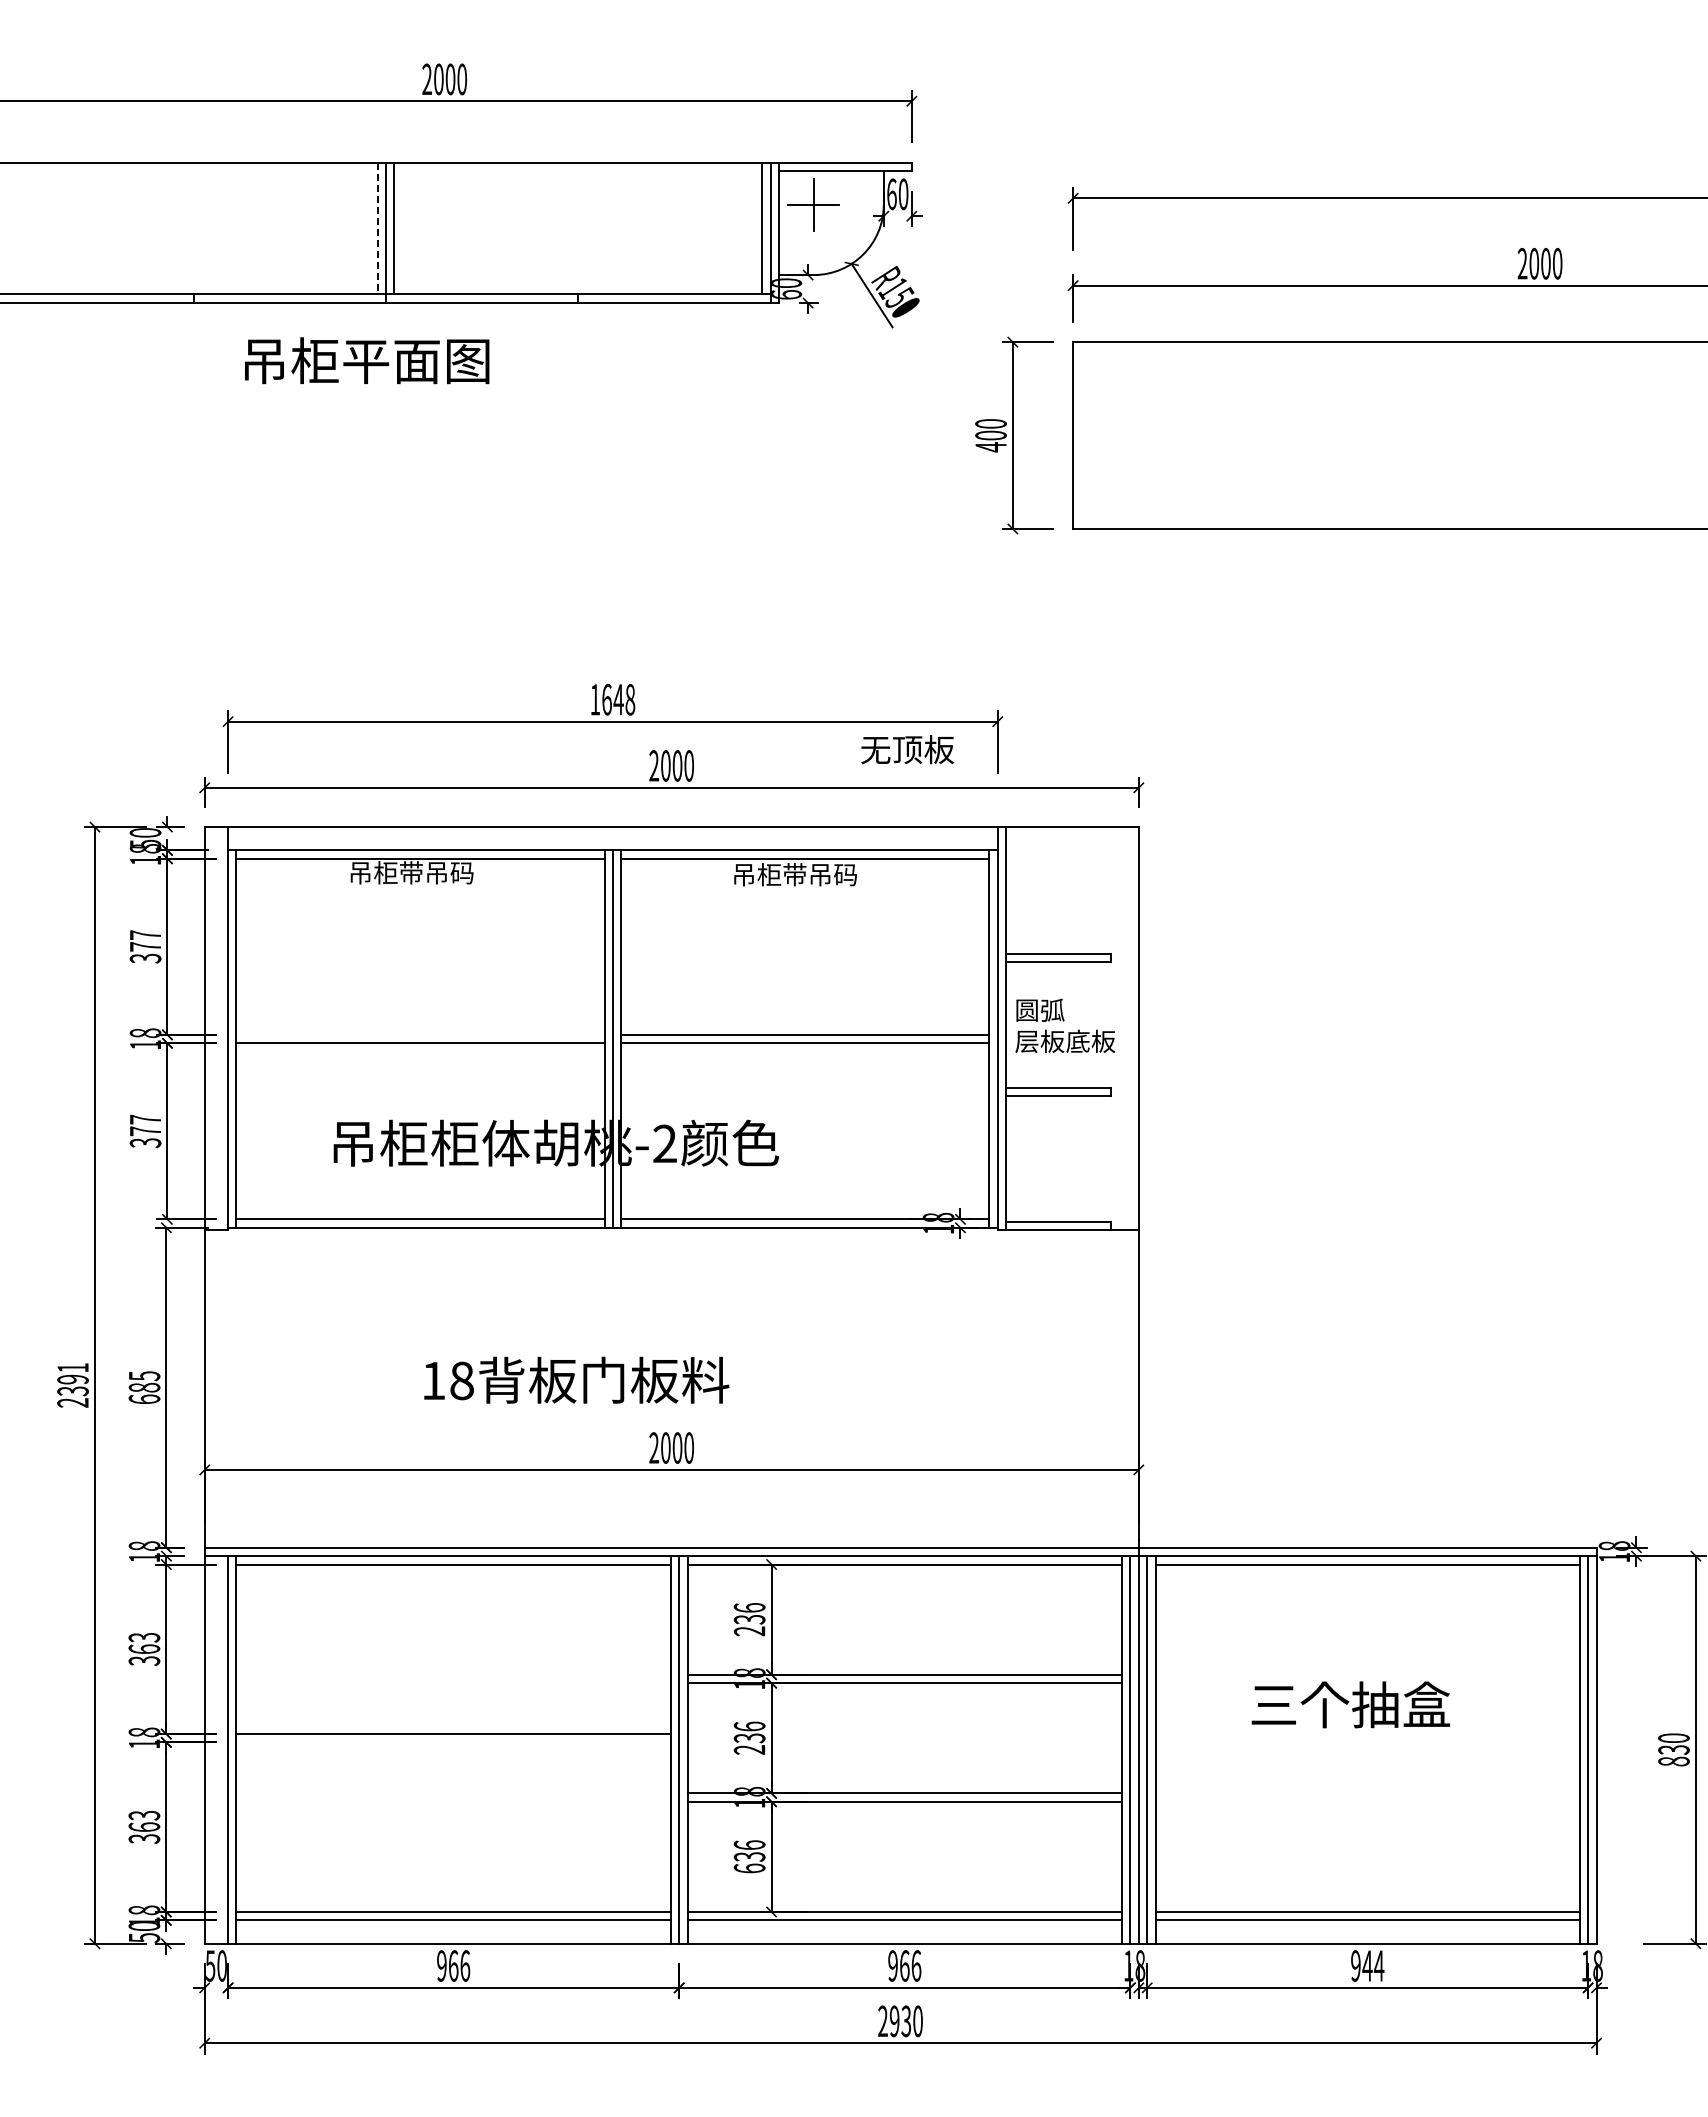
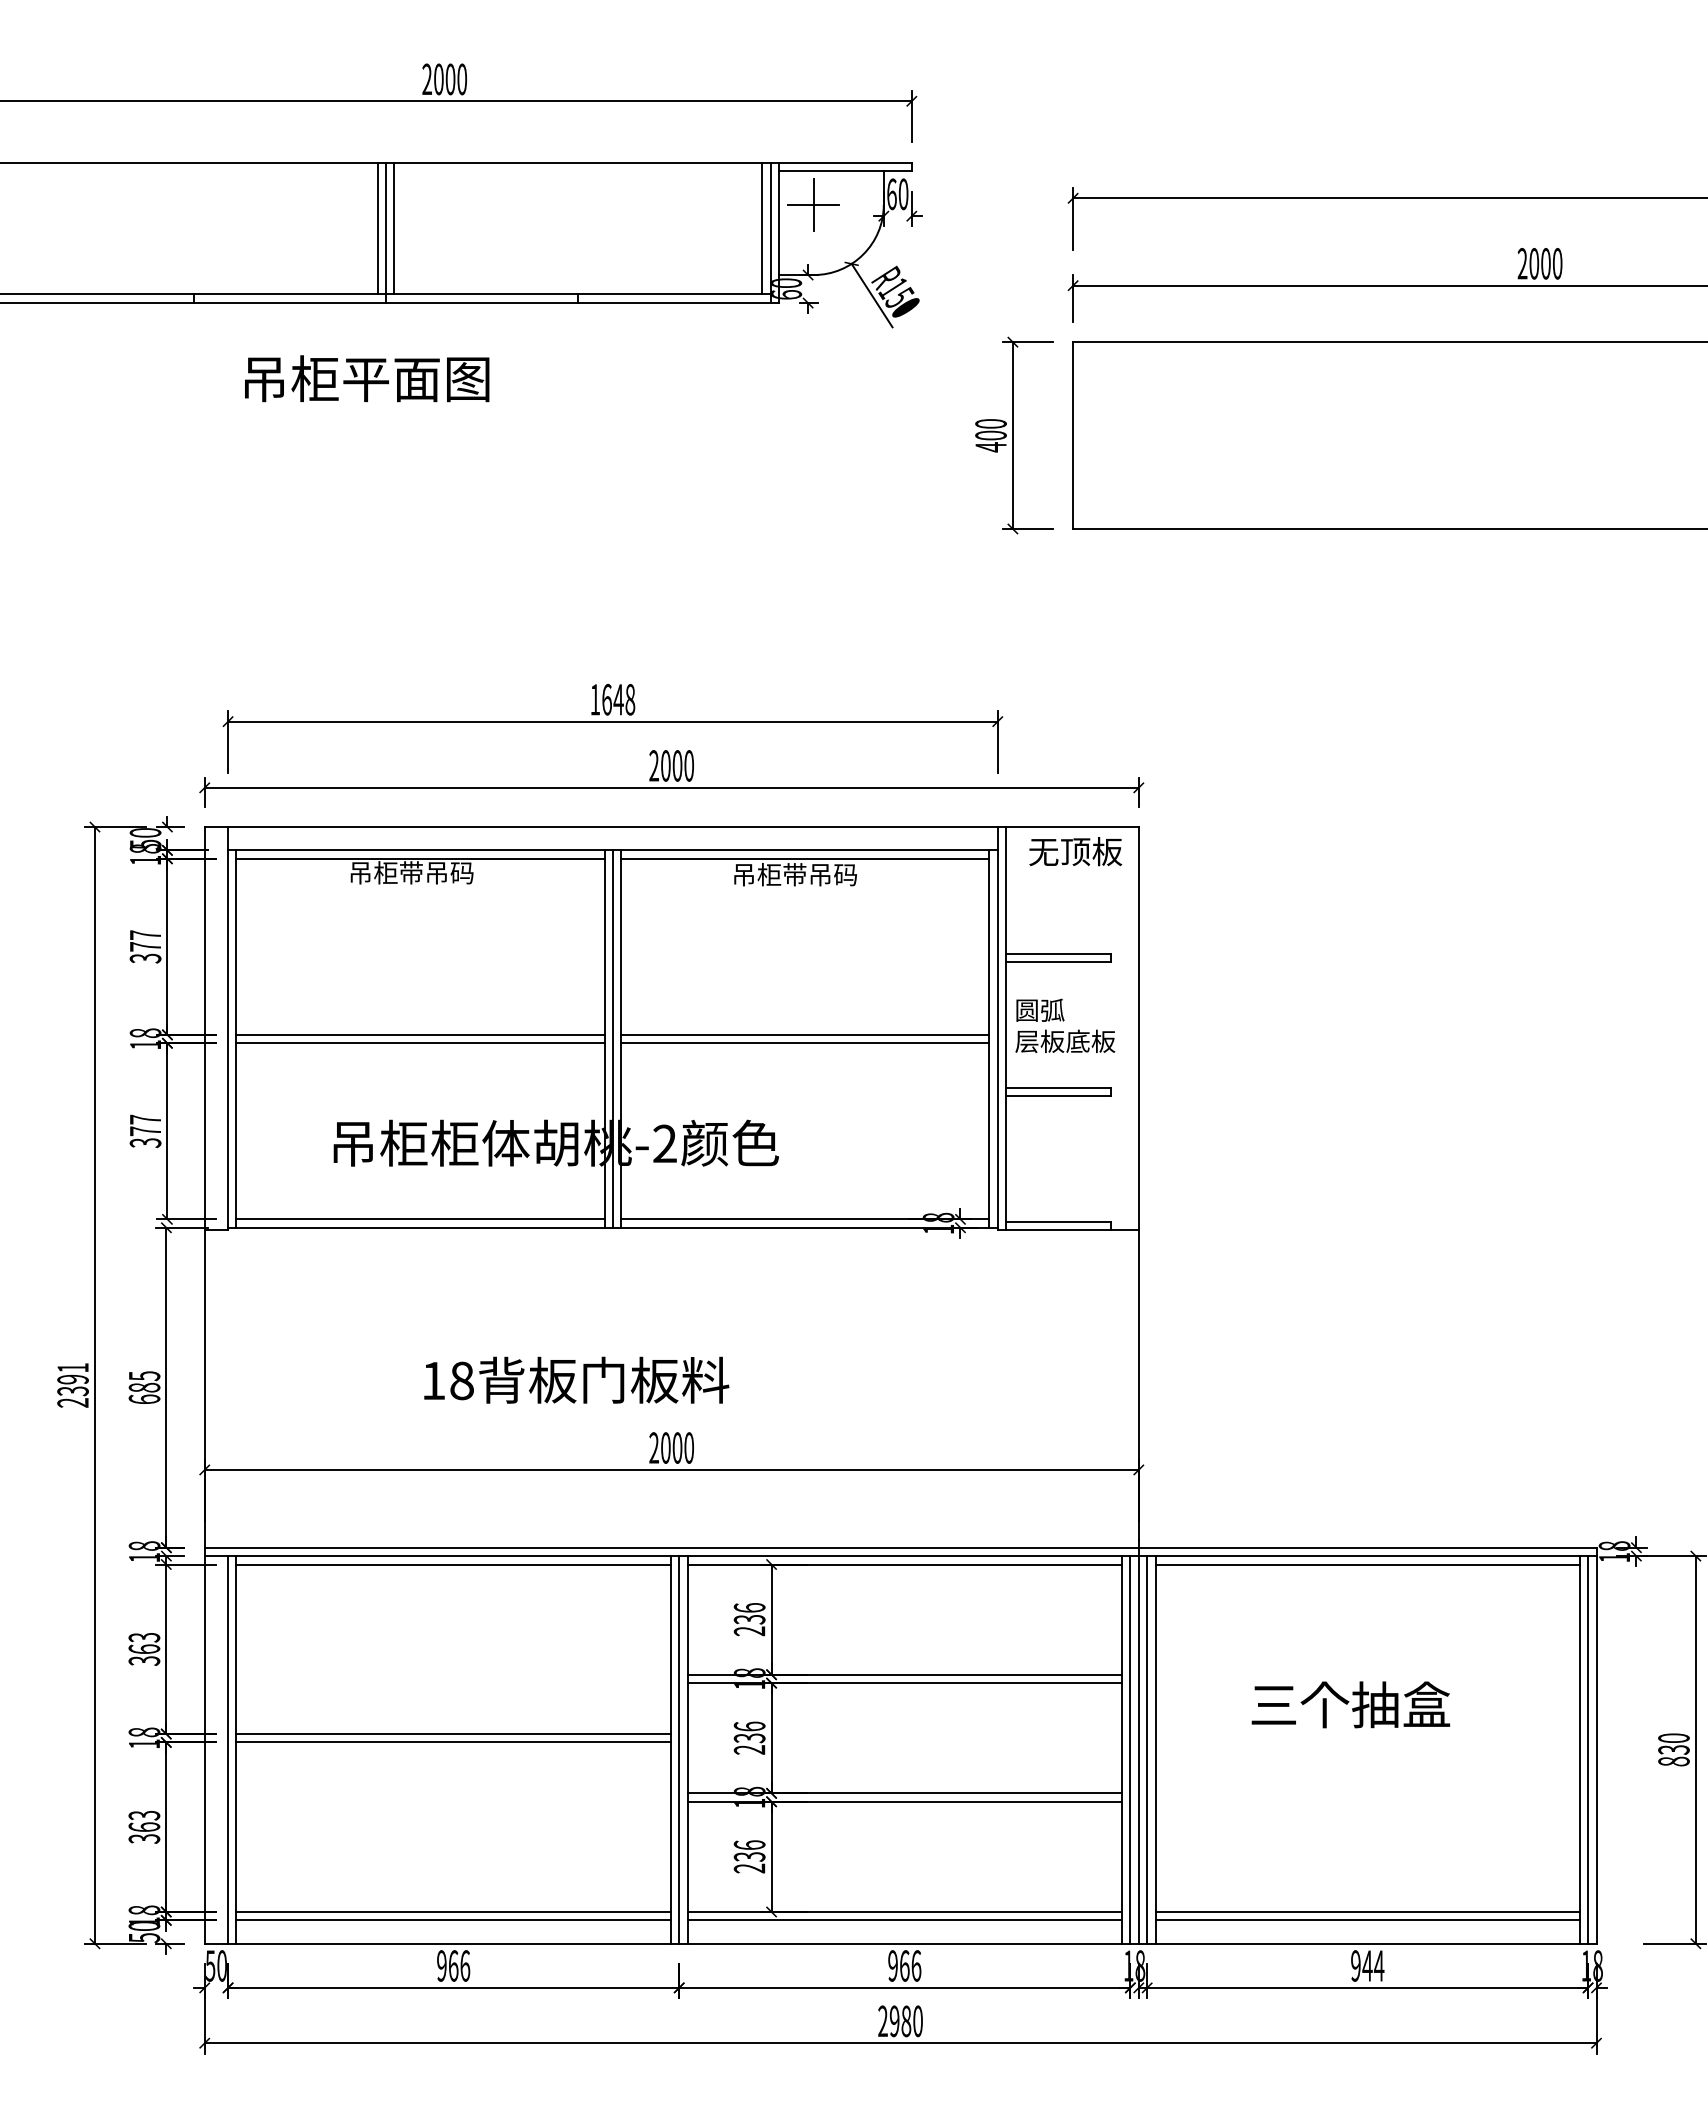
line at (377, 228): dashed -> solid
text at (367, 360) position: (367, 360) -> (367, 378)
text at (907, 749) position: (907, 749) -> (1075, 851)
line at (420, 1034): none -> present
line at (453, 1742): none -> present
text at (749, 1868): 636 -> 236
text at (906, 2021): 2930 -> 2980
